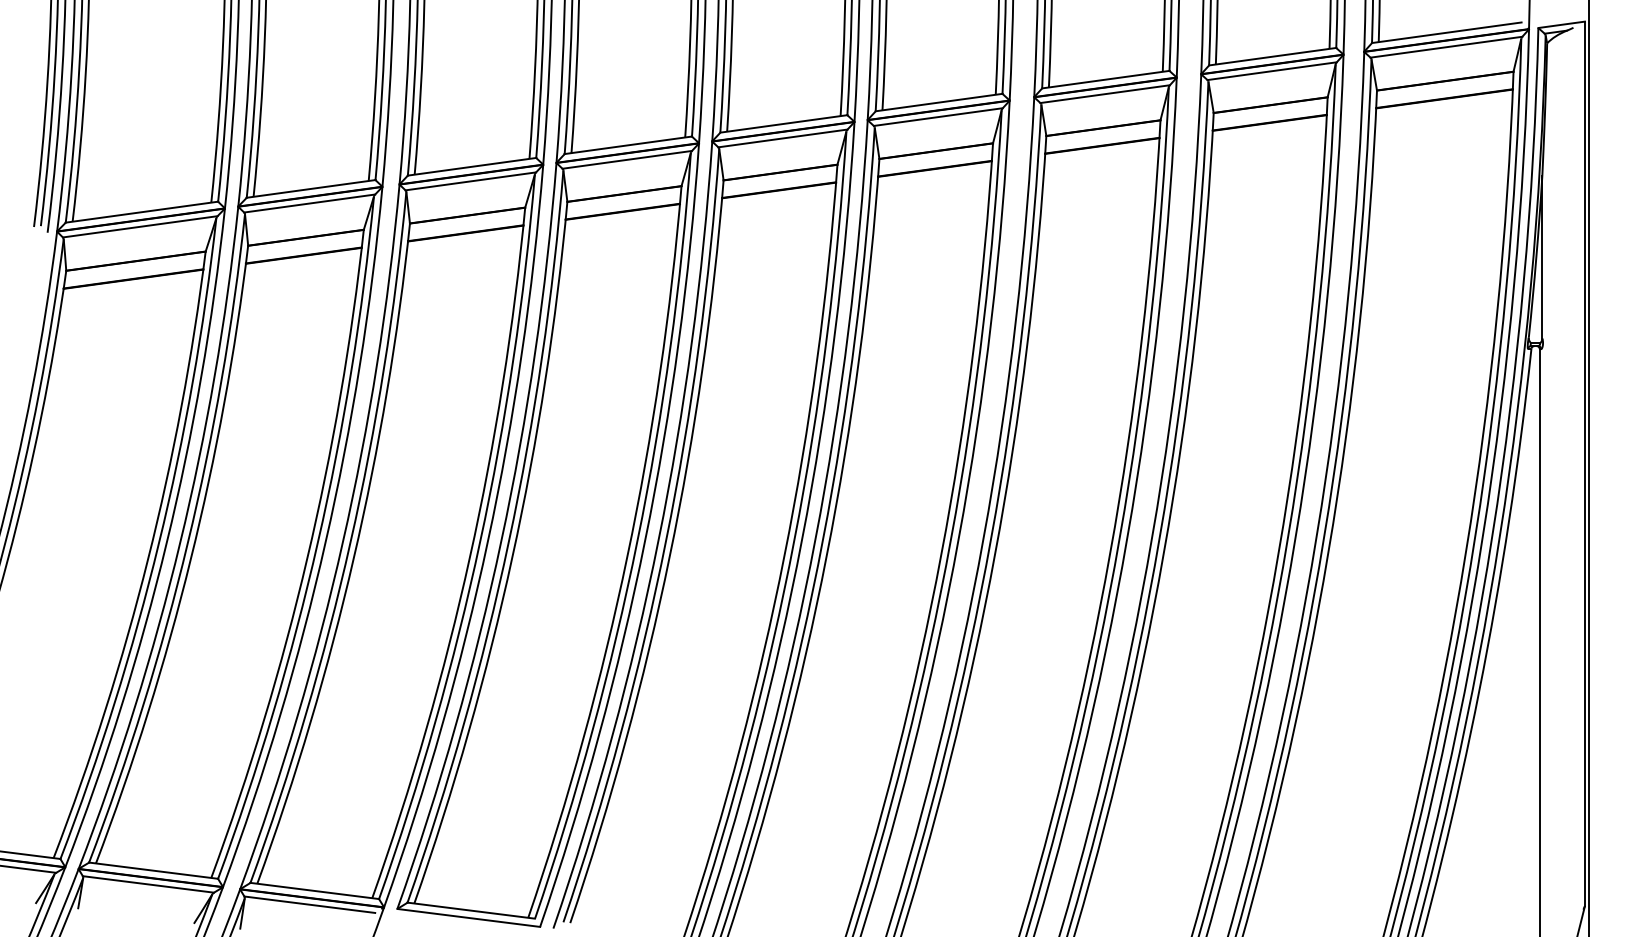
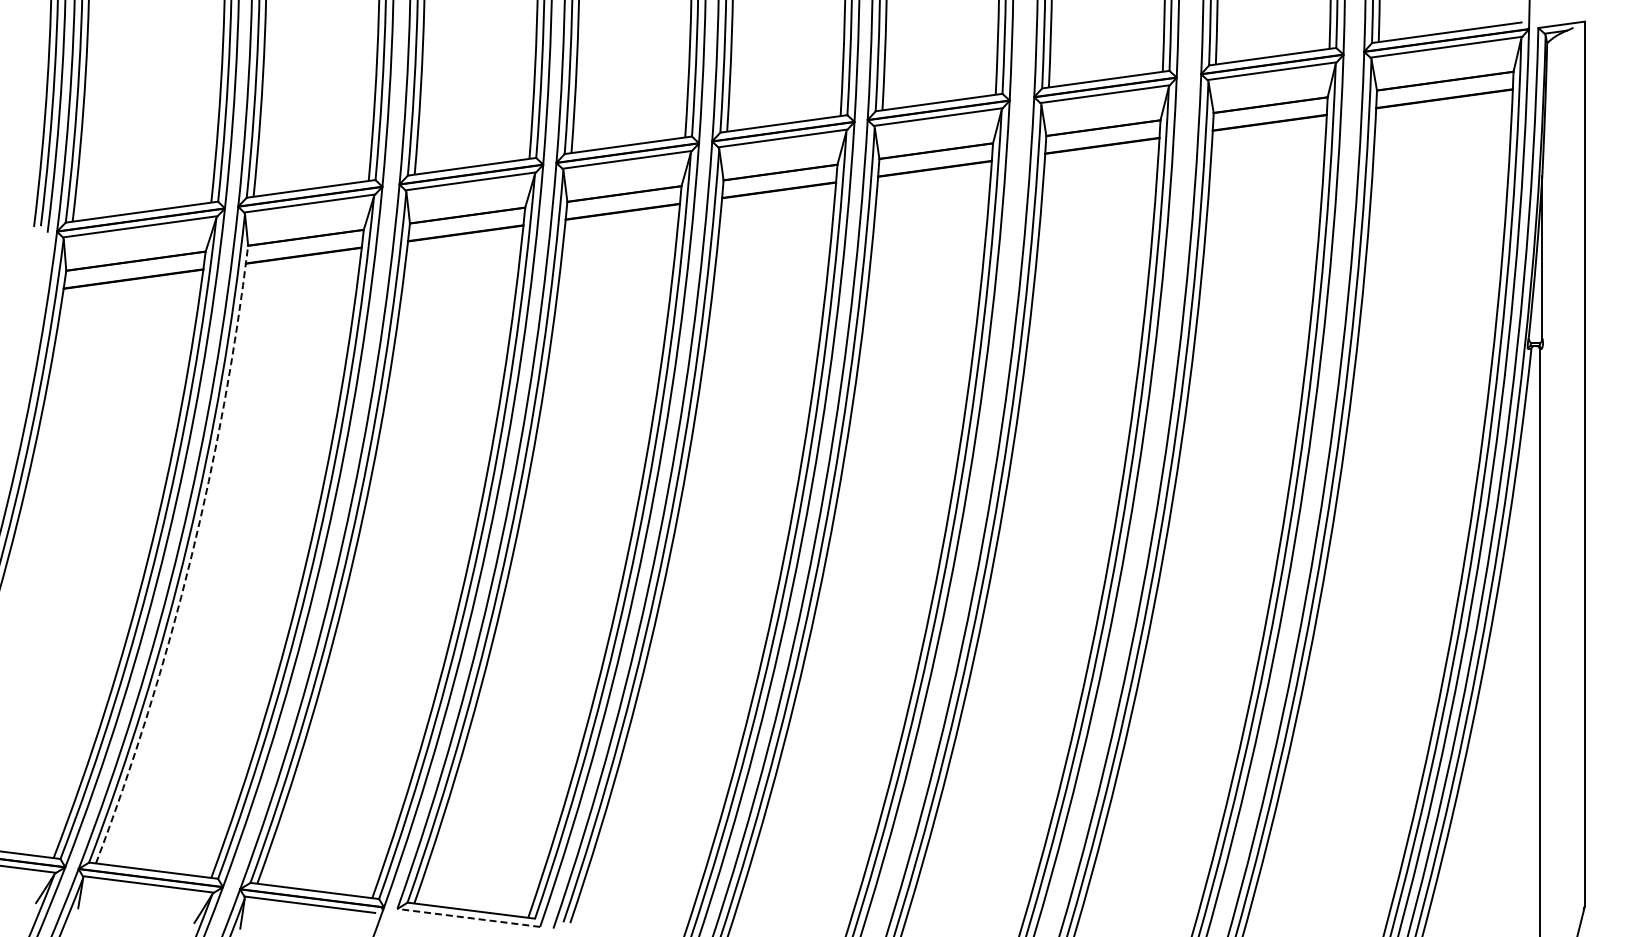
line at (1588, 467): present -> none
arc at (190, 559): solid -> dashed
line at (468, 917): solid -> dashed
